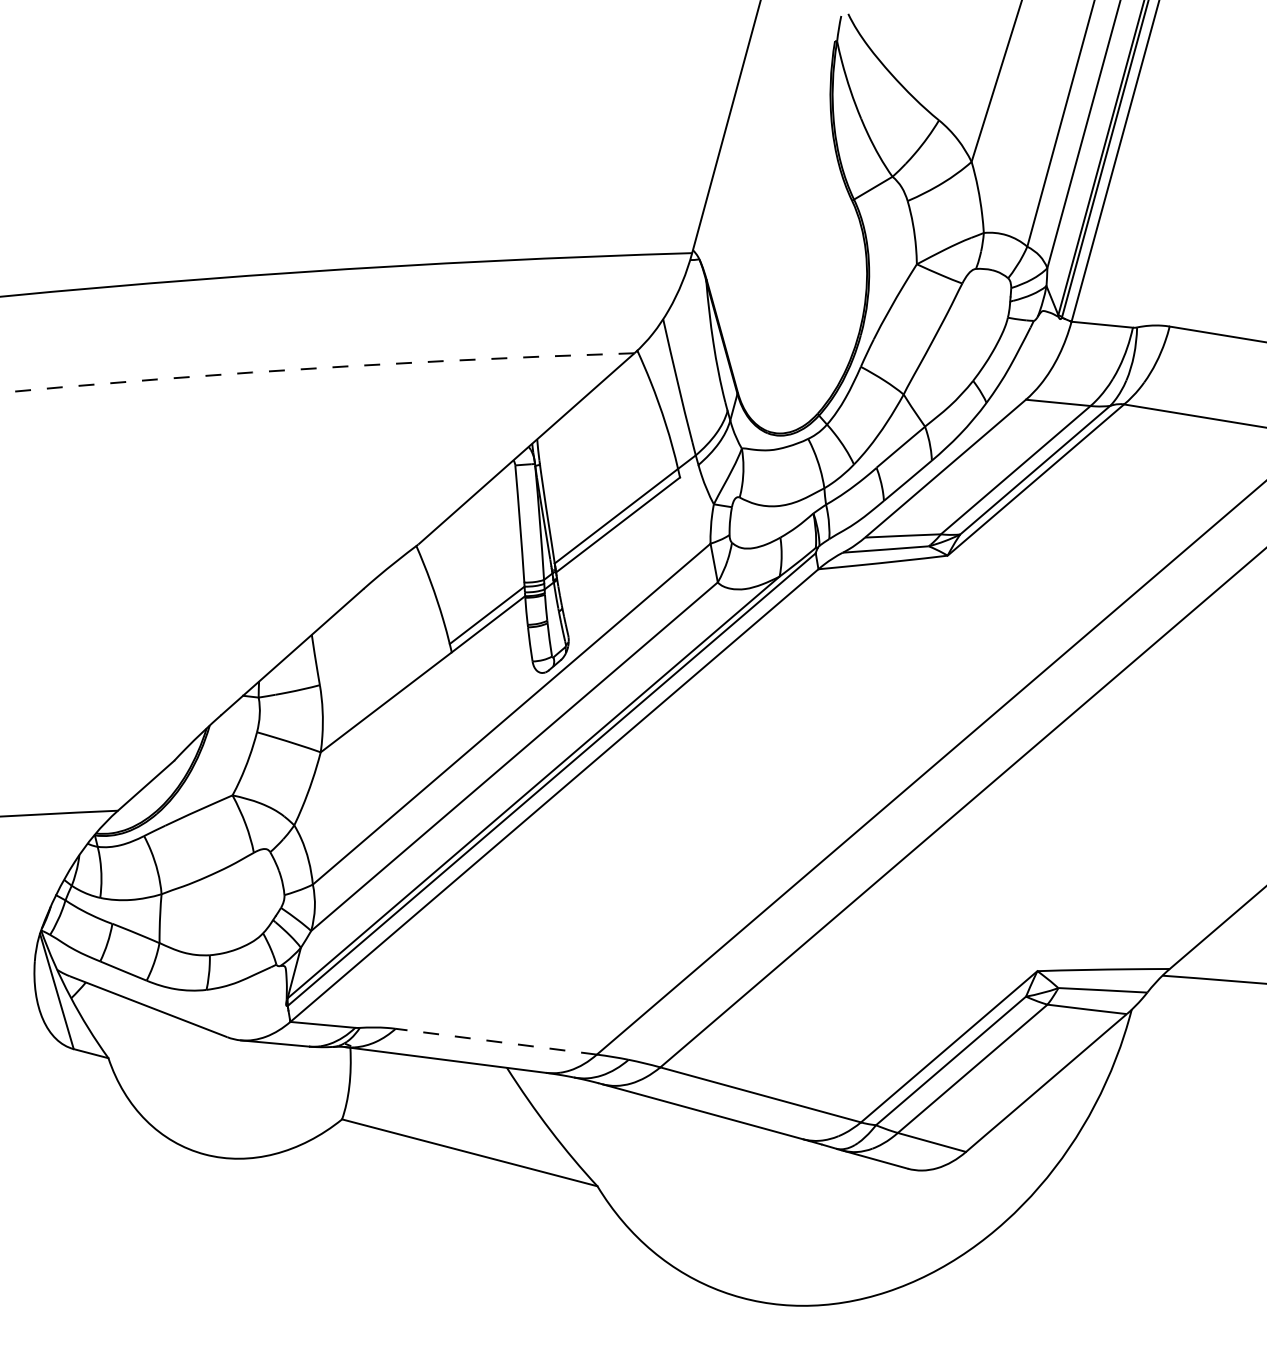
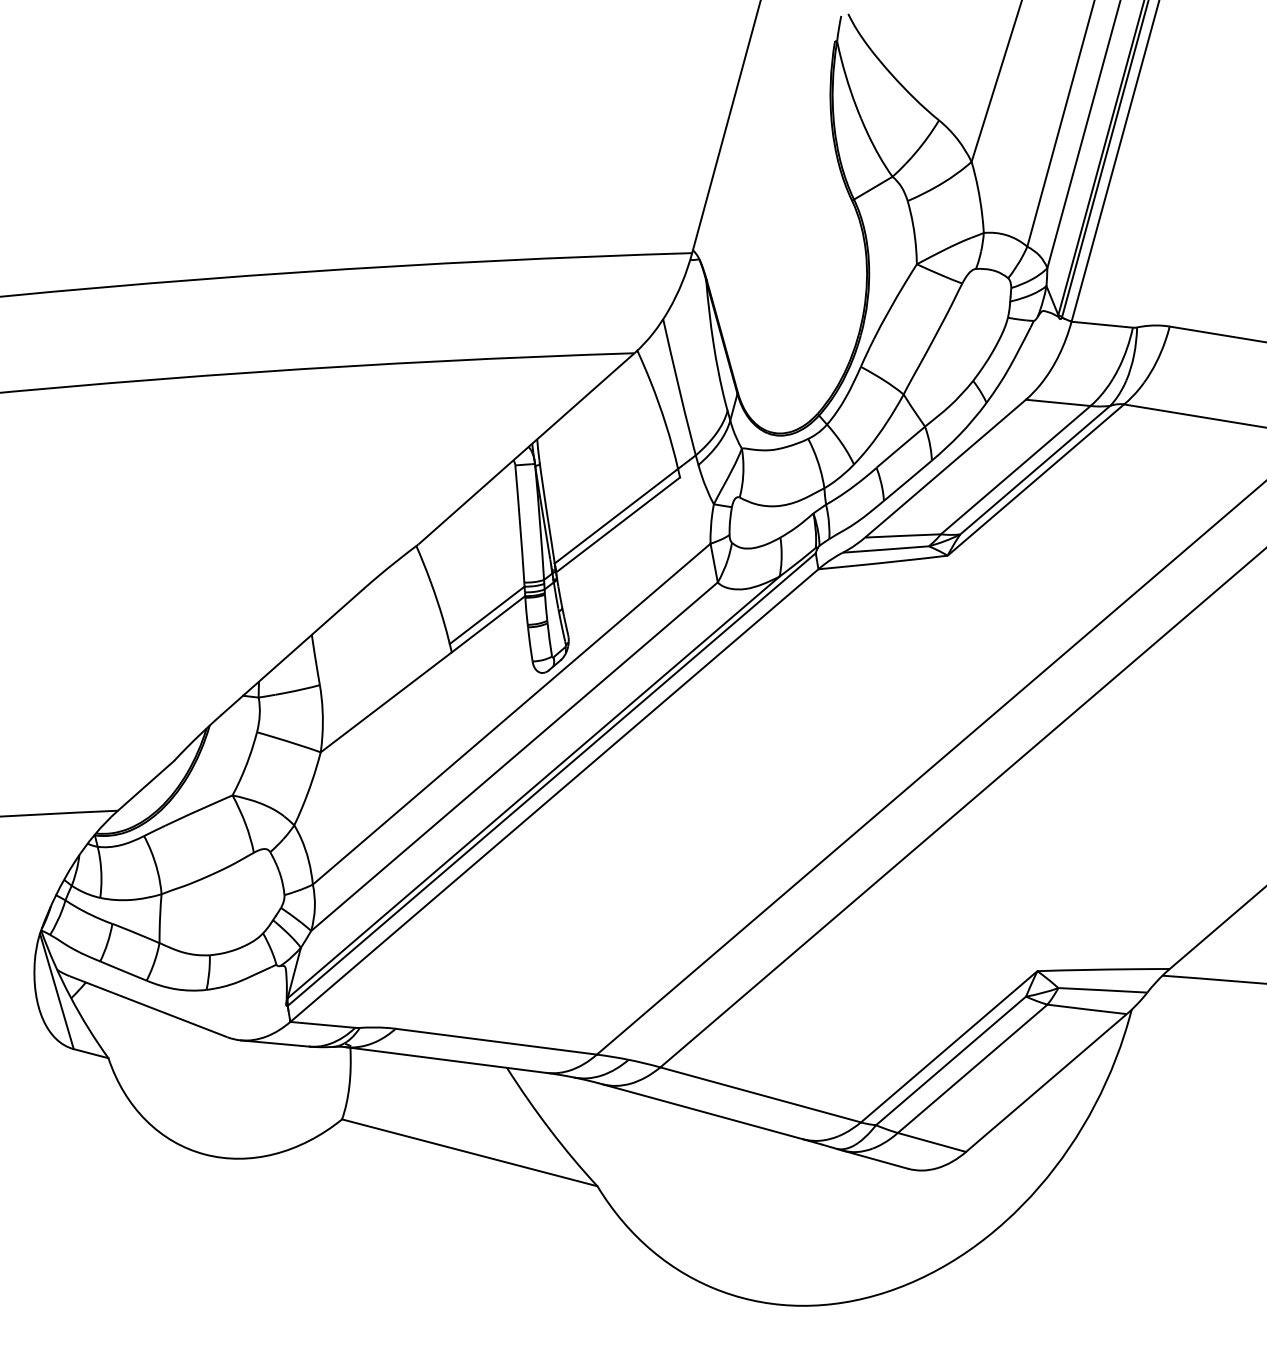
arc at (317, 368): dashed -> solid
line at (495, 1041): dashed -> solid
